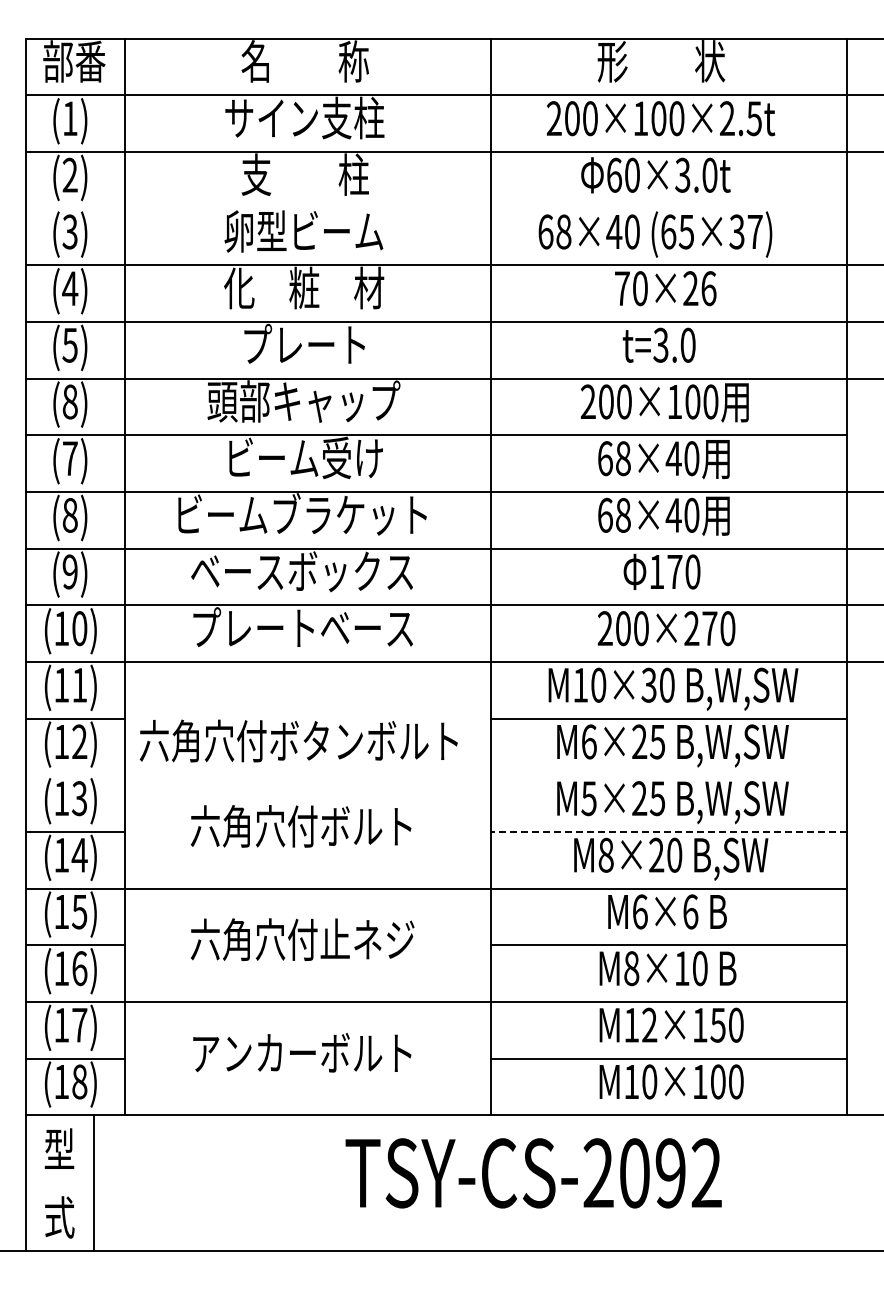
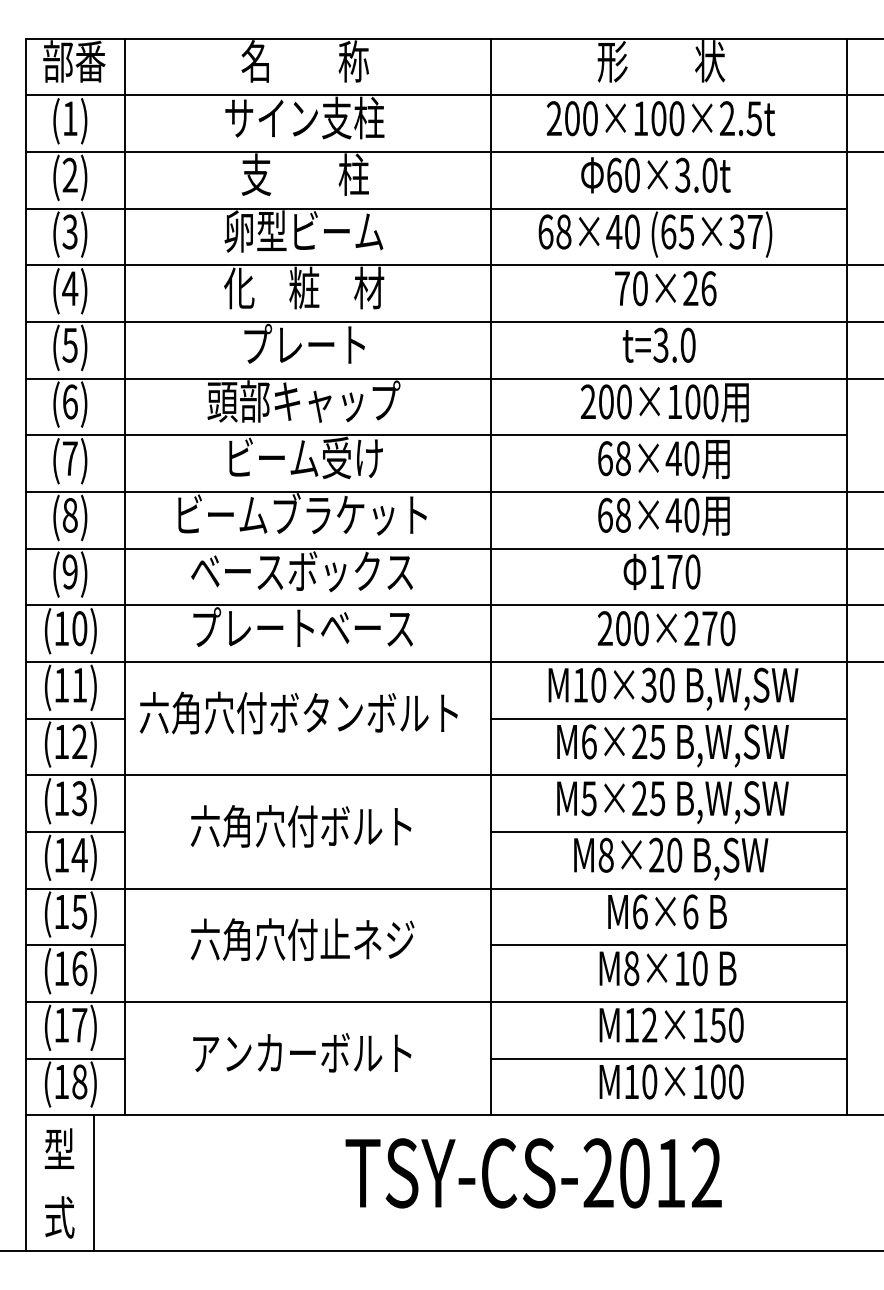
line at (436, 208): none -> present
text at (69, 401): (8) -> (6)
text at (298, 740) position: (298, 740) -> (298, 712)
line at (436, 775): none -> present
line at (668, 831): dashed -> solid
text at (670, 1173): TSY-CS-2092 -> TSY-CS-2012
